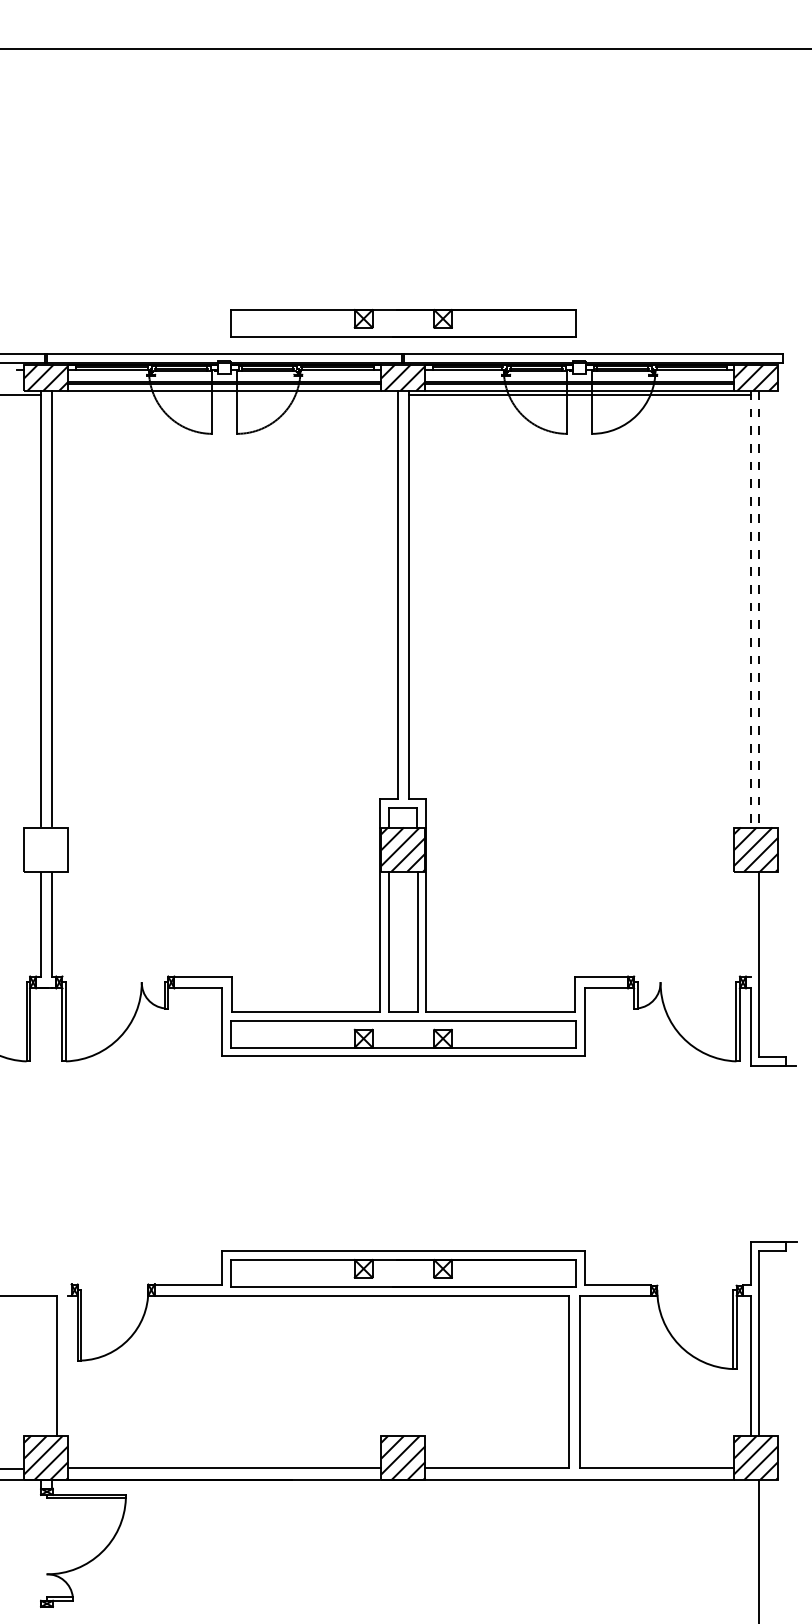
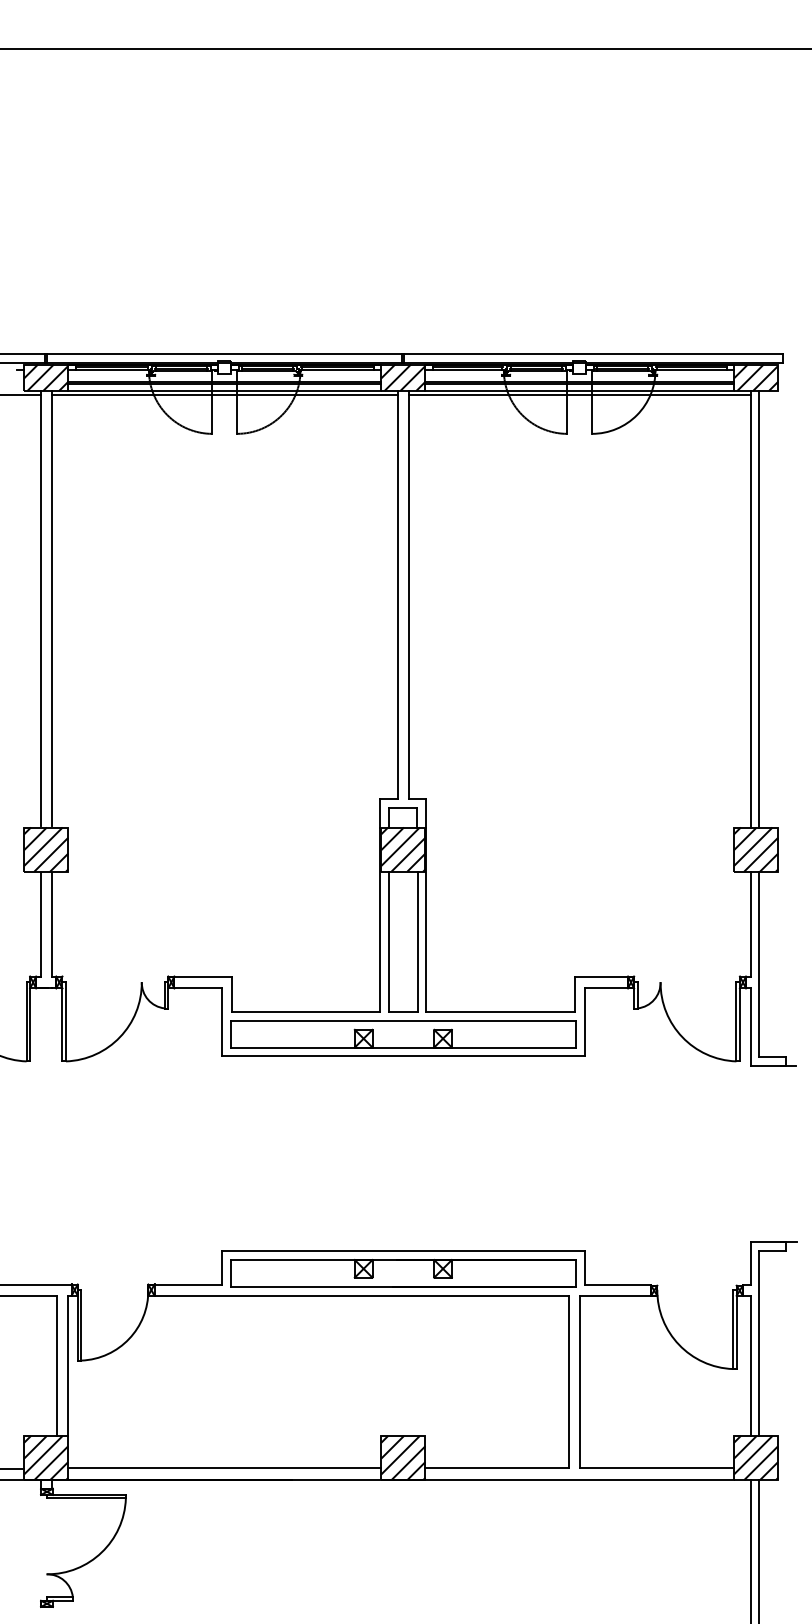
part at (403, 323): present -> none
line at (224, 395): none -> present
line at (750, 609): dashed -> solid
line at (759, 609): dashed -> solid
hatch at (46, 849): none -> present
line at (750, 923): none -> present
line at (36, 1284): none -> present
line at (68, 1365): none -> present
line at (750, 1550): none -> present
